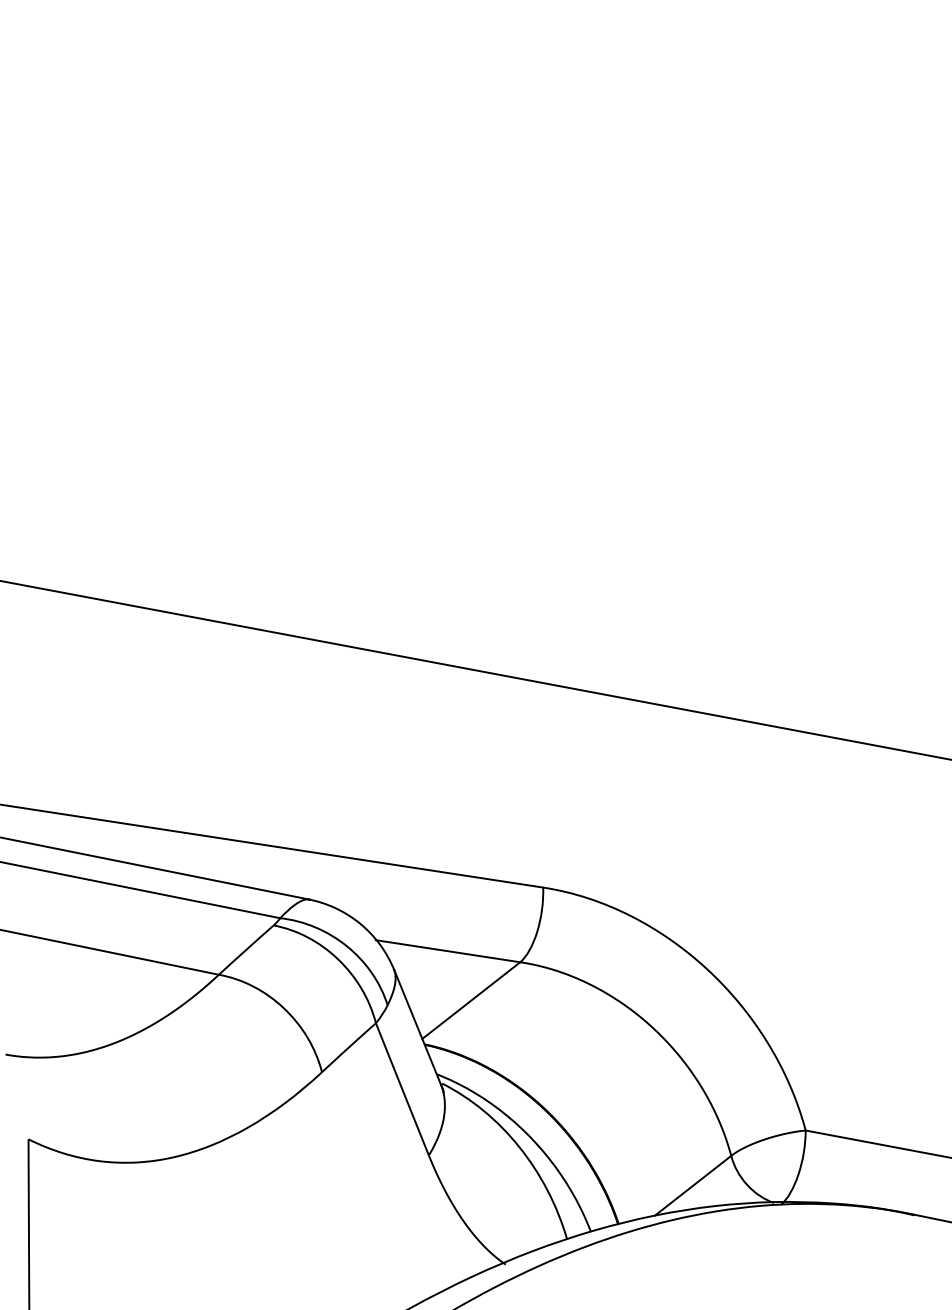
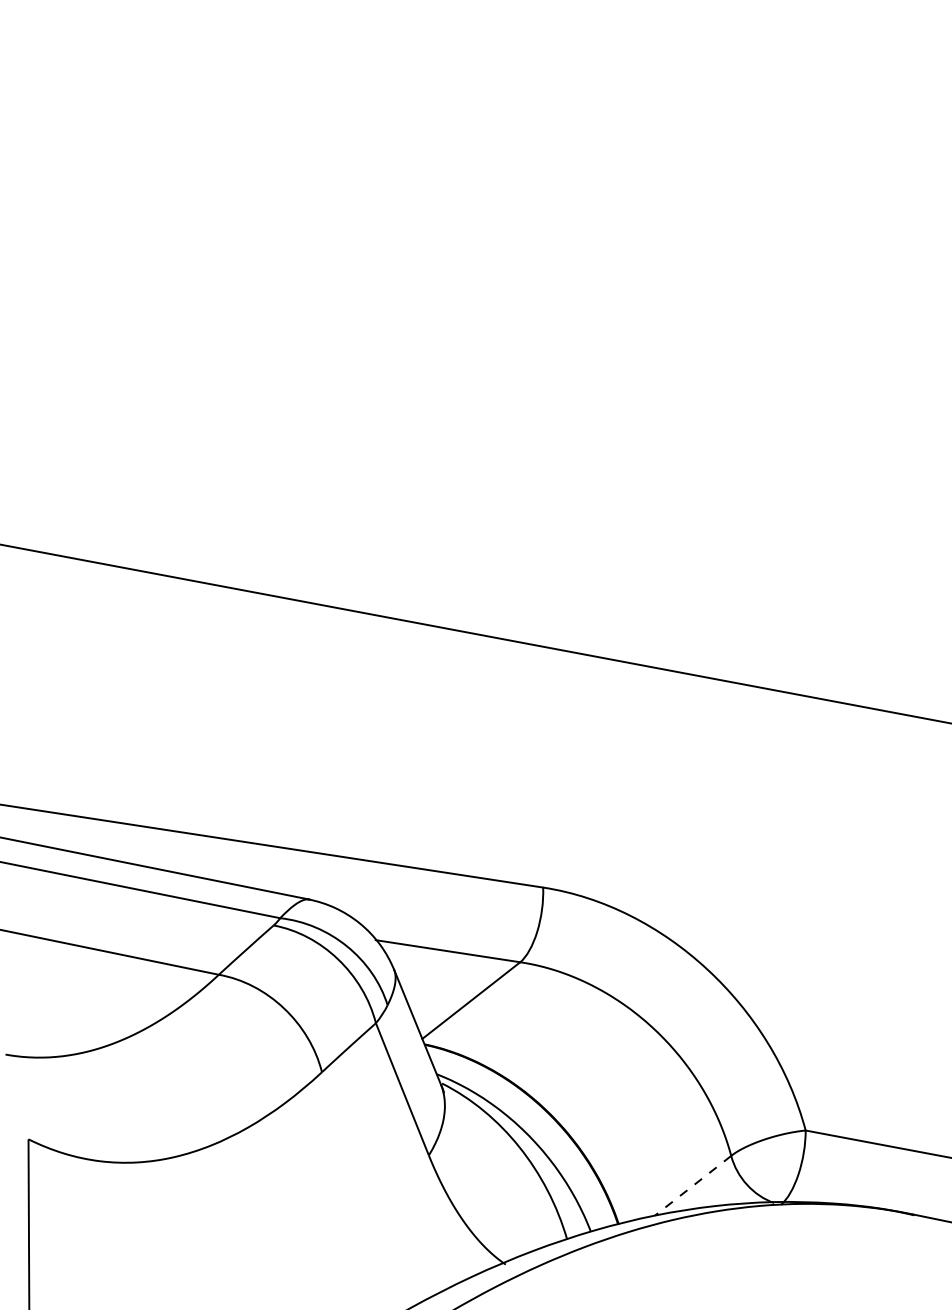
line at (475, 670) position: (475, 670) -> (475, 633)
line at (692, 1186): solid -> dashed
